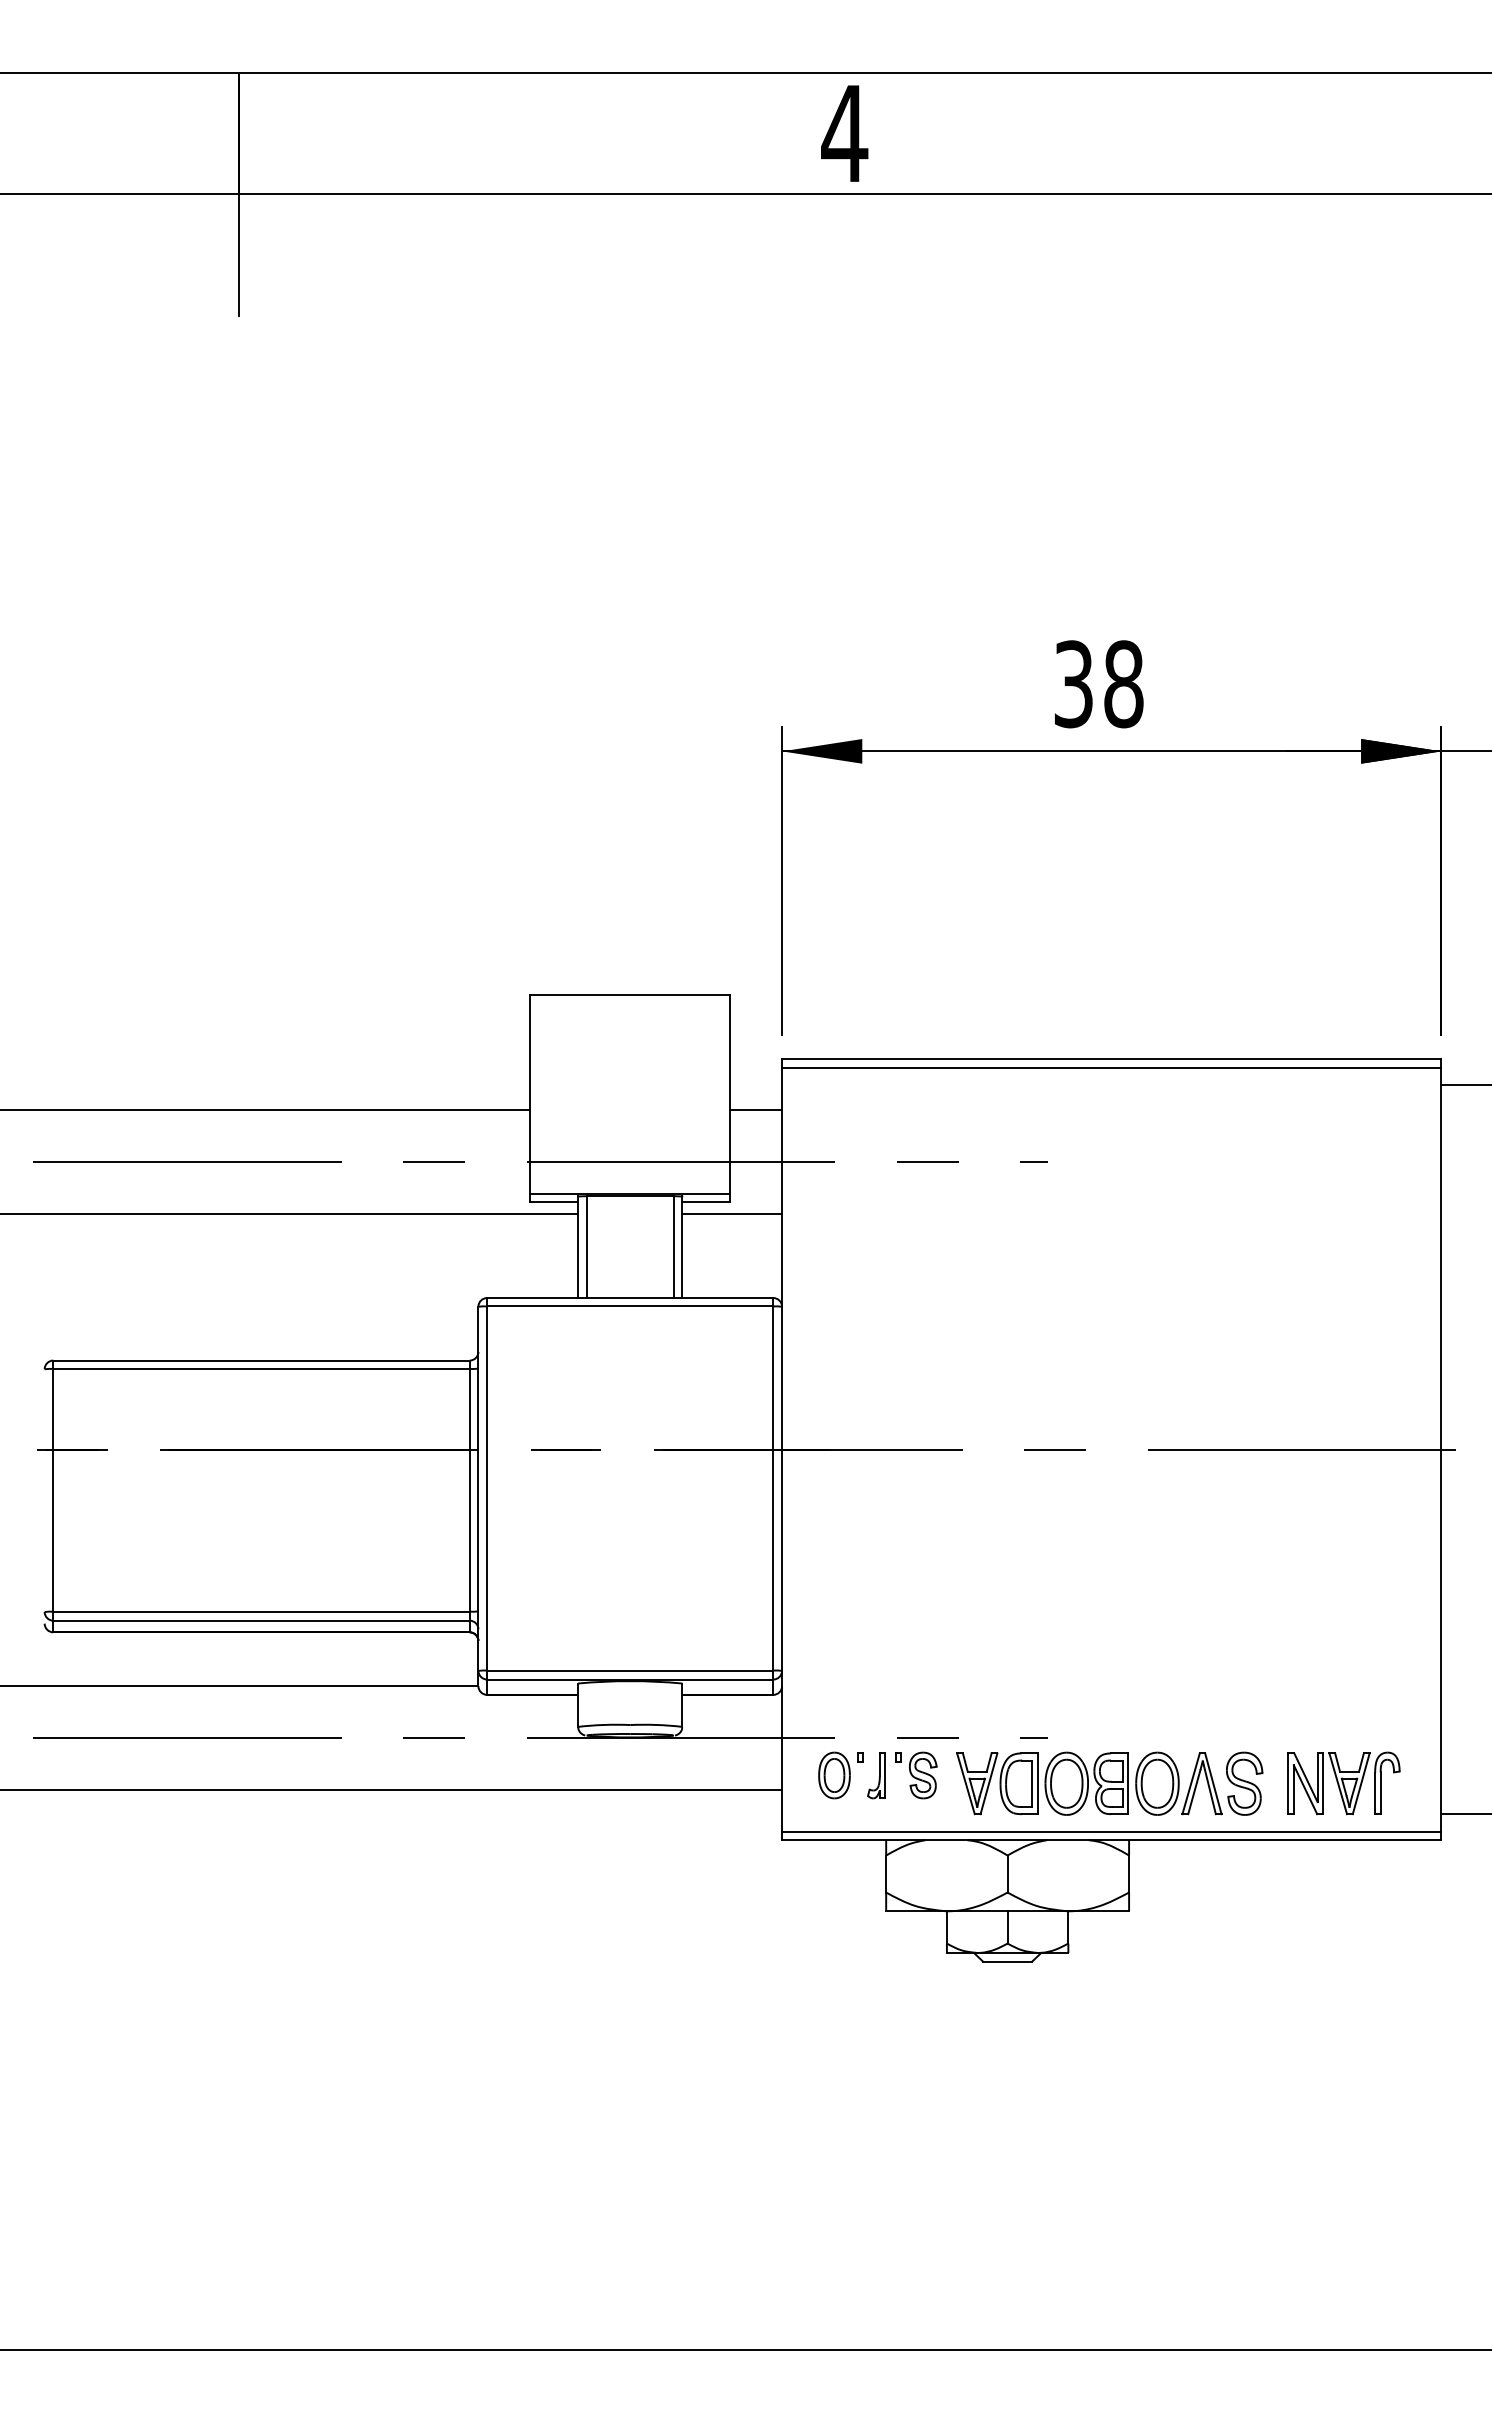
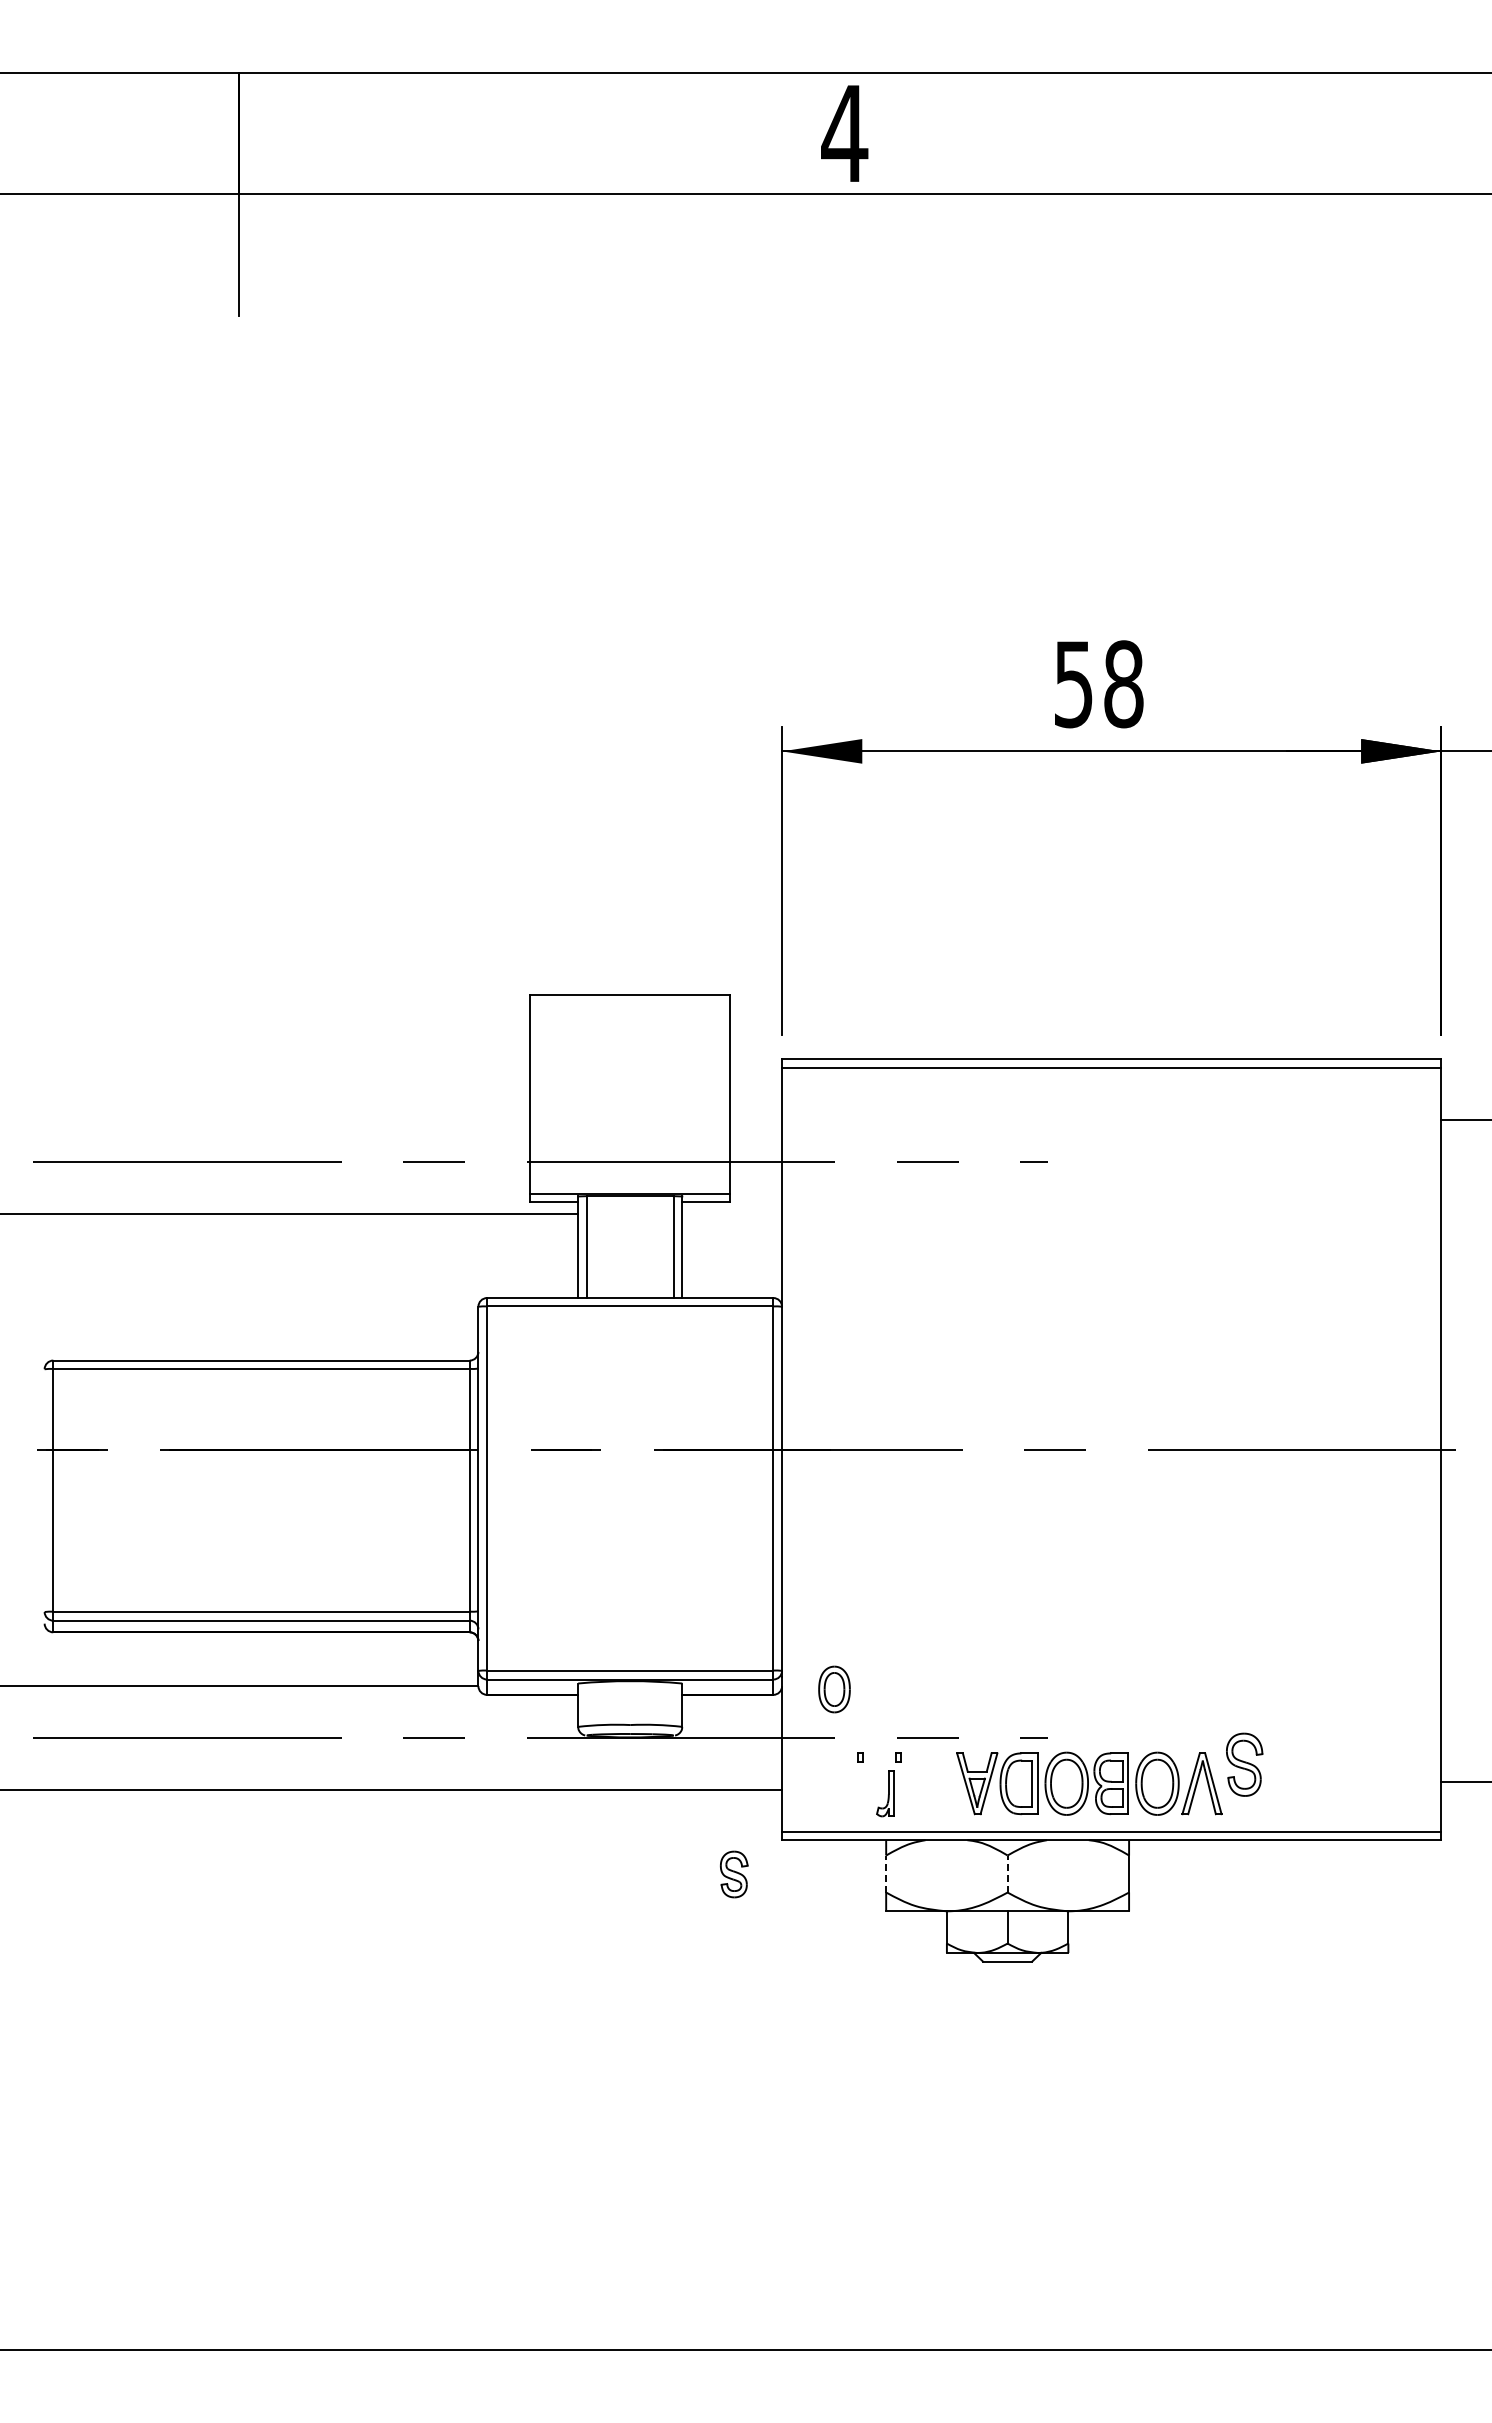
text at (1073, 684): 38 -> 58
line at (1464, 1085) position: (1464, 1085) -> (1464, 1120)
line at (266, 1109): present -> none
line at (756, 1109): present -> none
line at (732, 1213): present -> none
part at (834, 1775) position: (834, 1775) -> (834, 1689)
part at (876, 1775) position: (876, 1775) -> (885, 1793)
part at (923, 1775) position: (923, 1775) -> (734, 1874)
part at (1244, 1783) position: (1244, 1783) -> (1244, 1764)
part at (1343, 1783): present -> none
line at (1464, 1814) position: (1464, 1814) -> (1464, 1782)
line at (886, 1874): solid -> dashed
line at (1007, 1874): solid -> dashed
